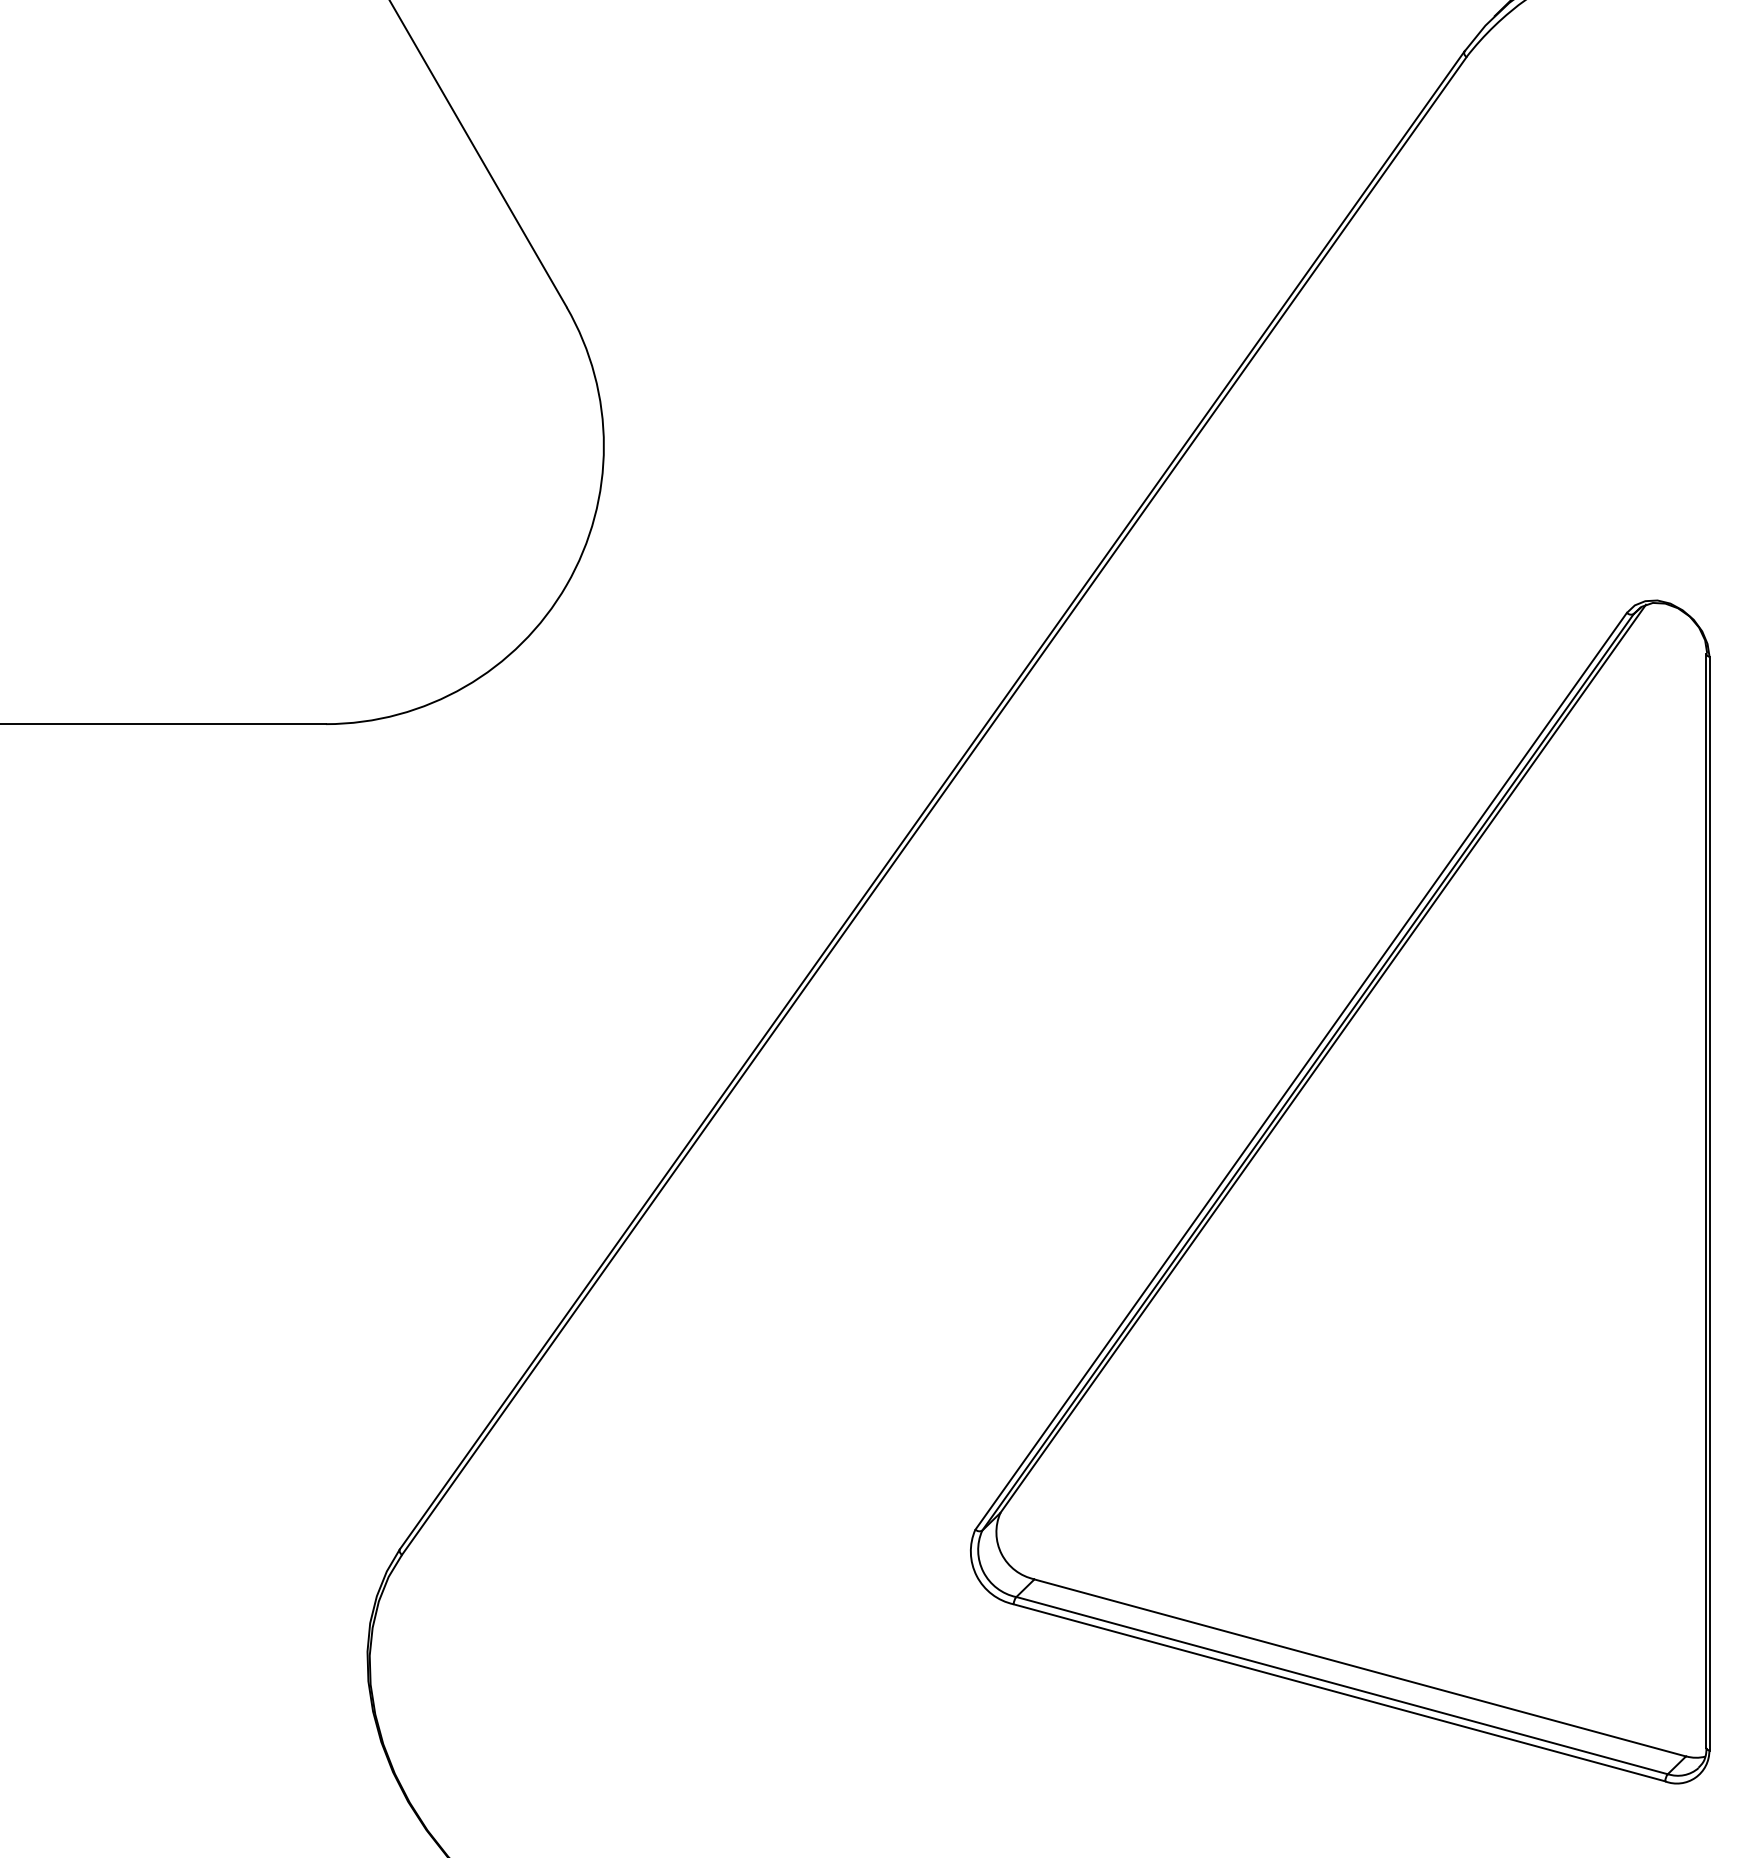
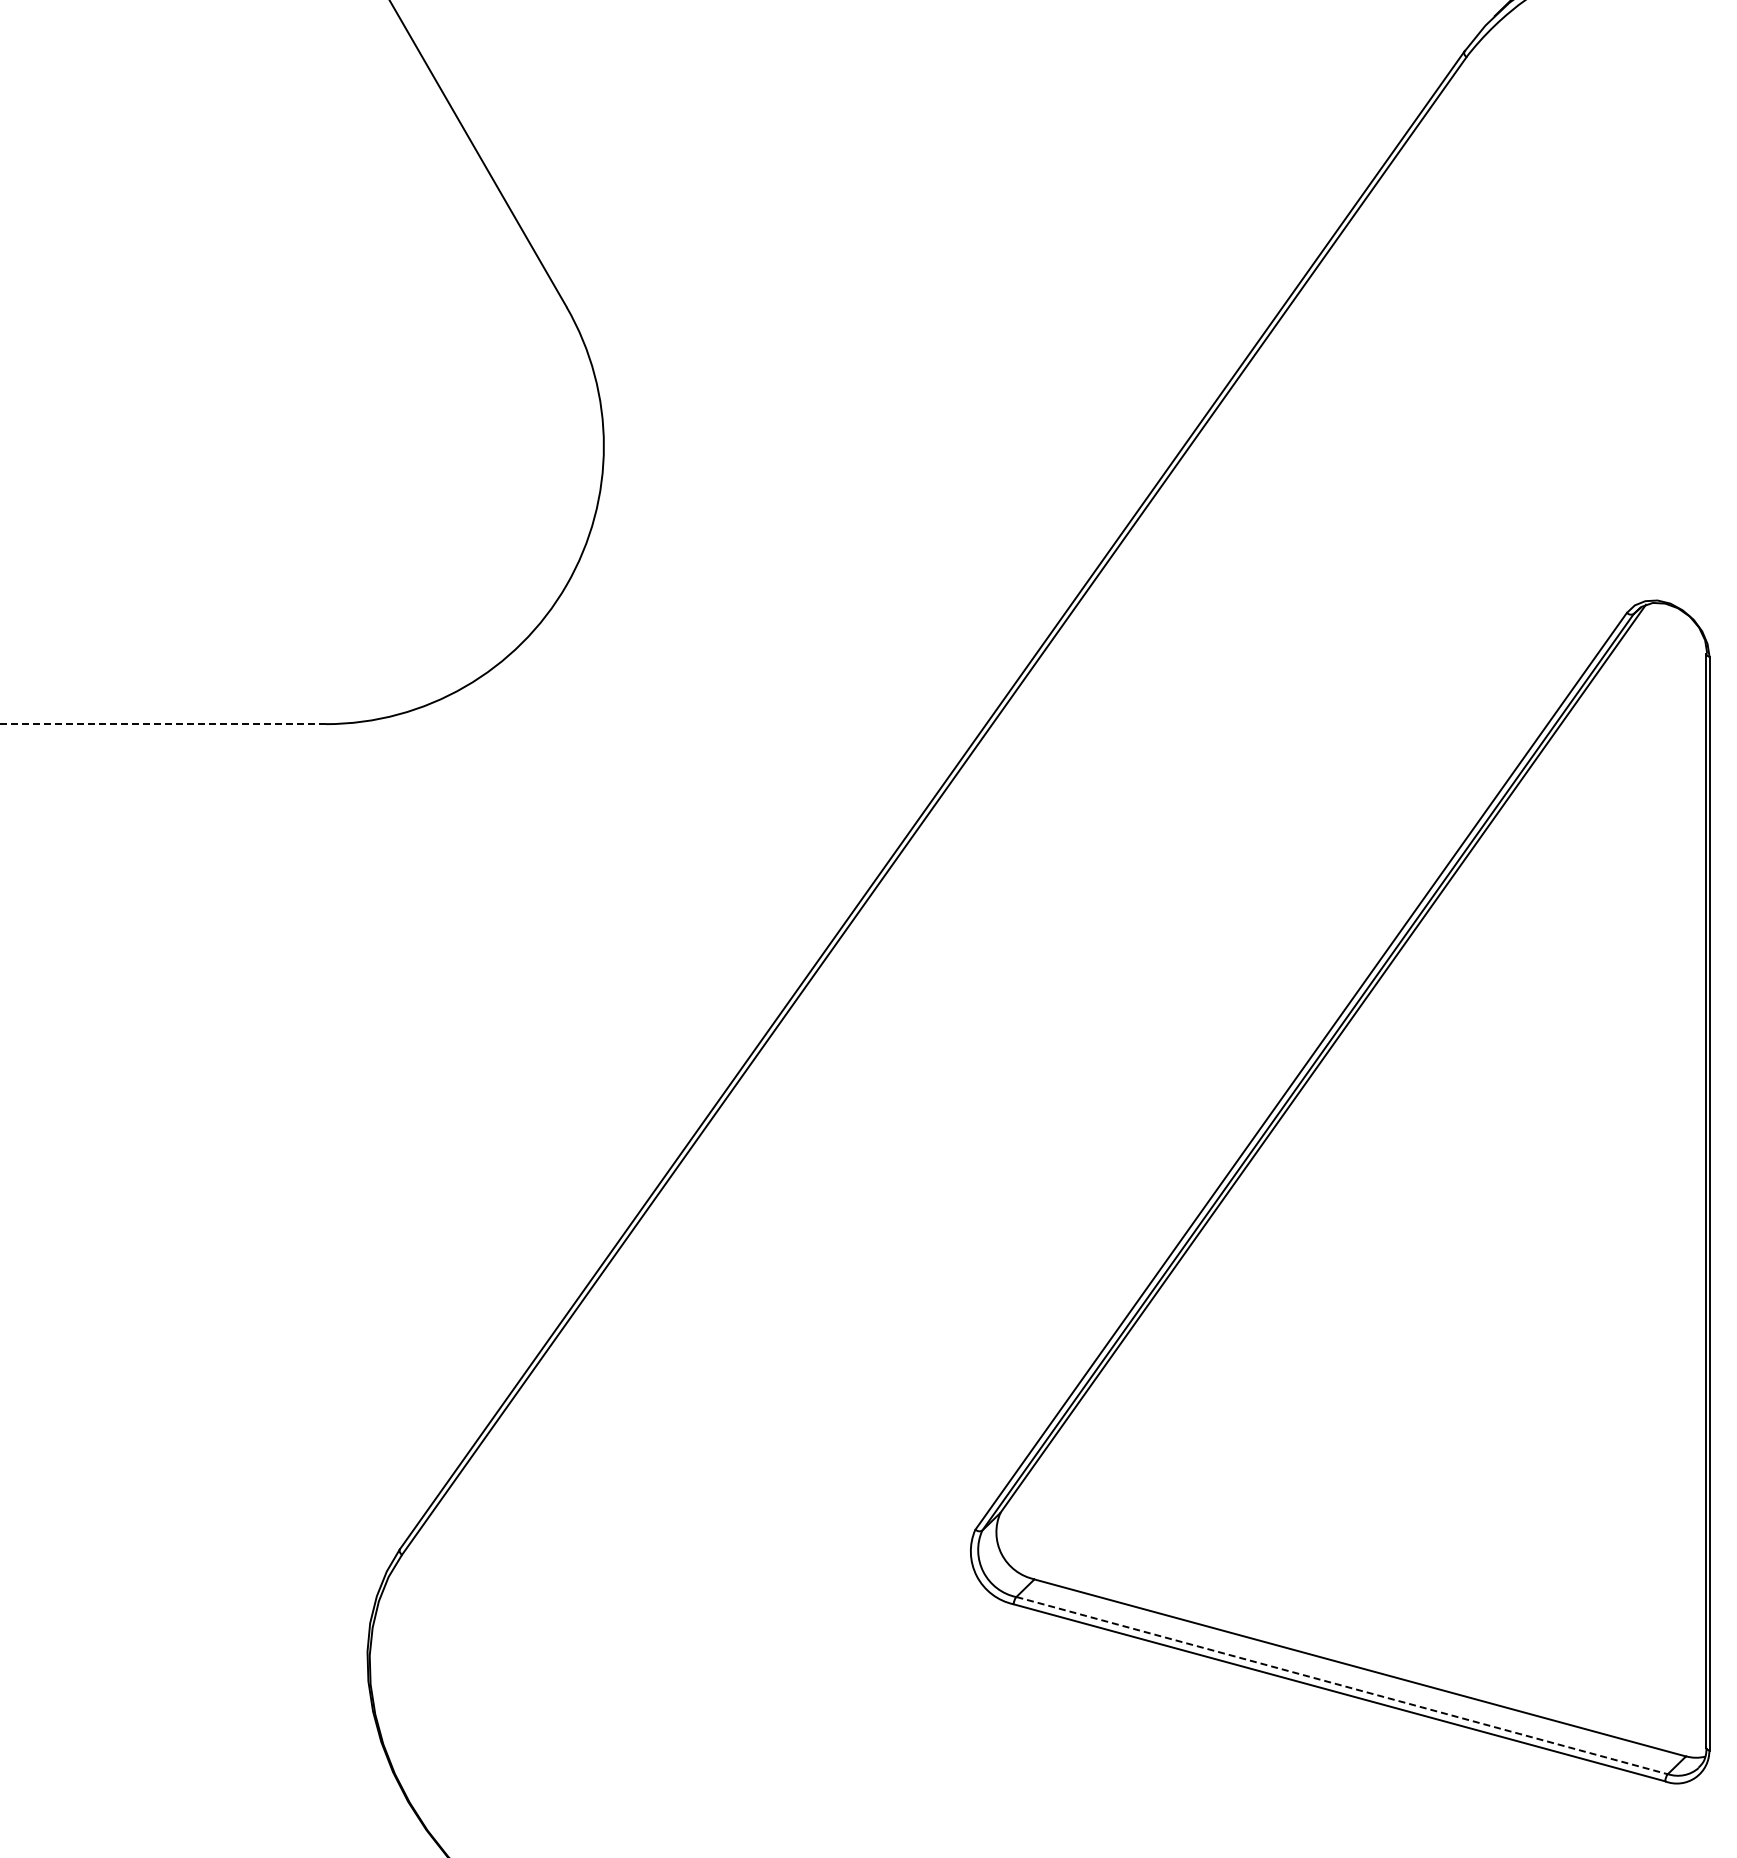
line at (163, 724): solid -> dashed
line at (1342, 1685): solid -> dashed
